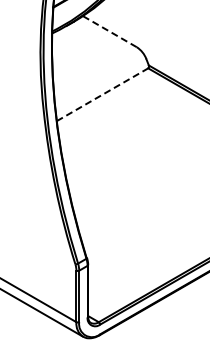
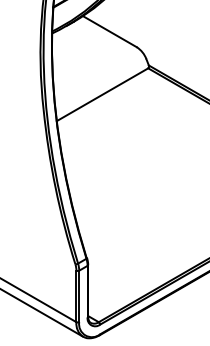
line at (109, 31): dashed -> solid
line at (102, 94): dashed -> solid
